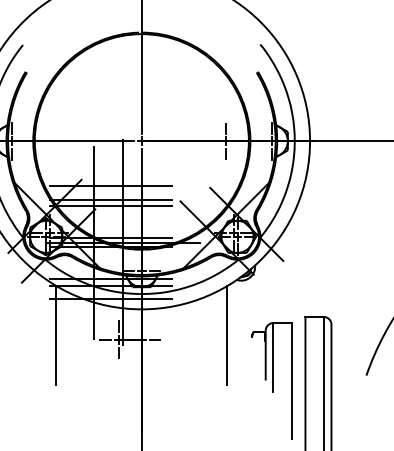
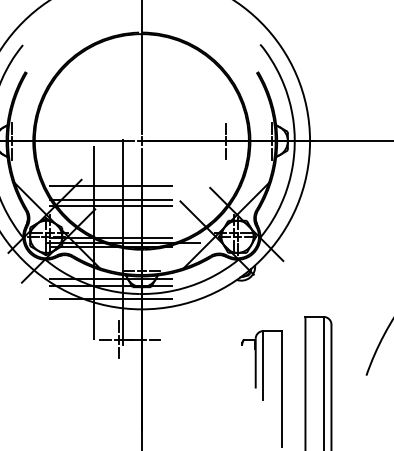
line at (56, 334): present -> none
line at (227, 334): present -> none
part at (271, 380) position: (271, 380) -> (261, 388)
